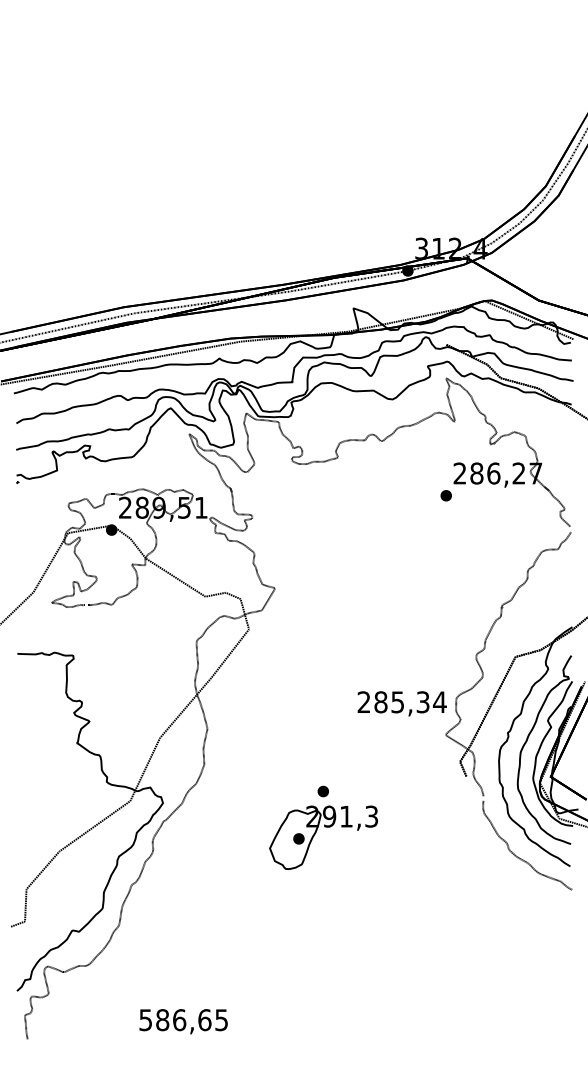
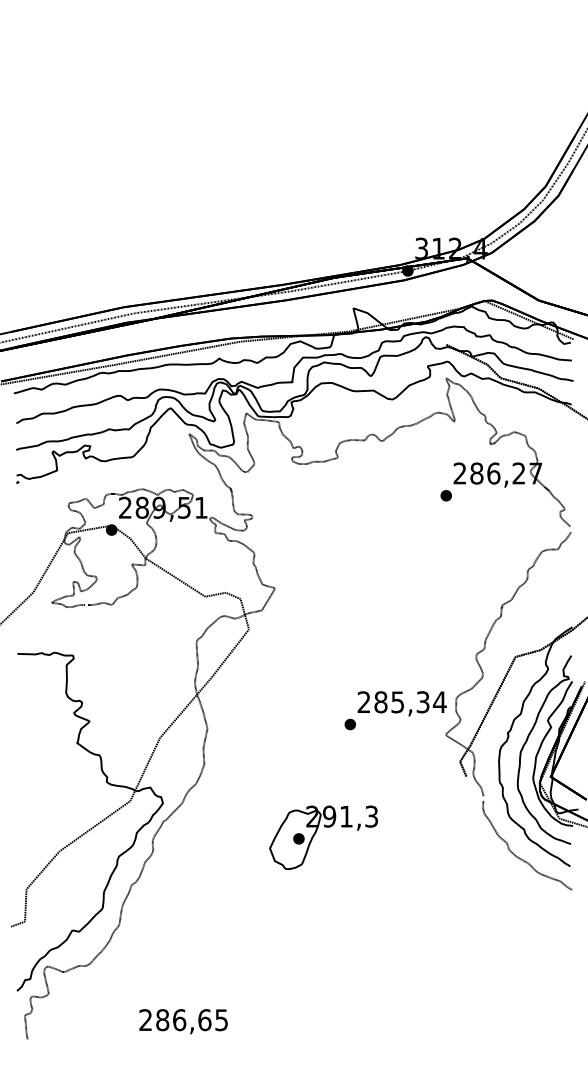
part at (322, 791) position: (322, 791) -> (349, 724)
text at (145, 1020): 586,65 -> 286,65
